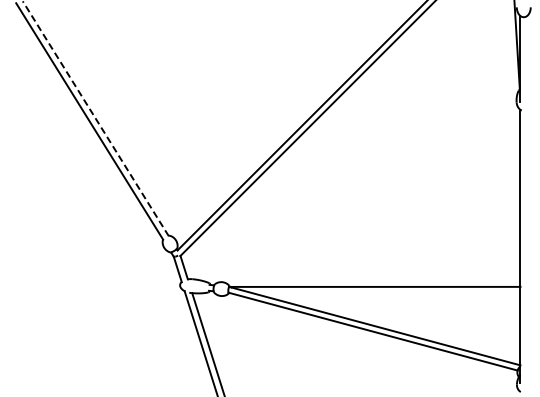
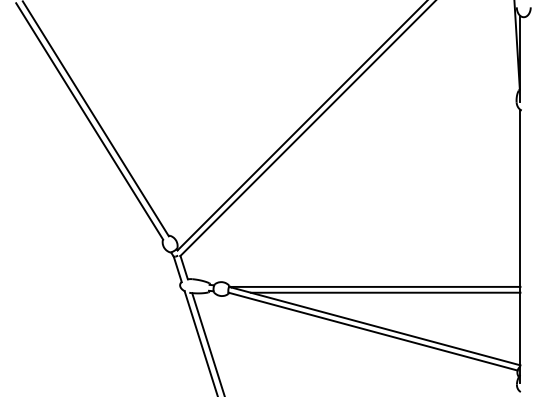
line at (95, 118): dashed -> solid
line at (385, 292): none -> present
